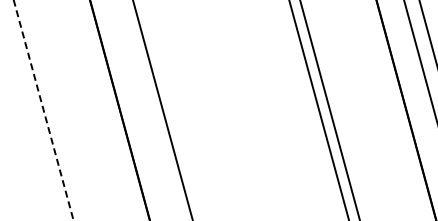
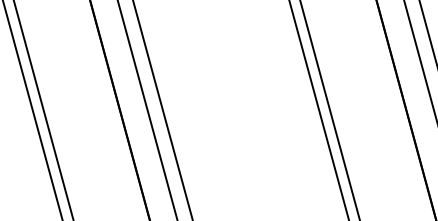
line at (32, 109): none -> present
line at (147, 109): none -> present
line at (43, 110): dashed -> solid
